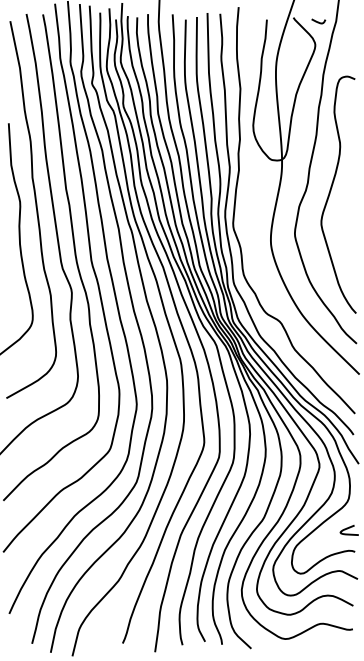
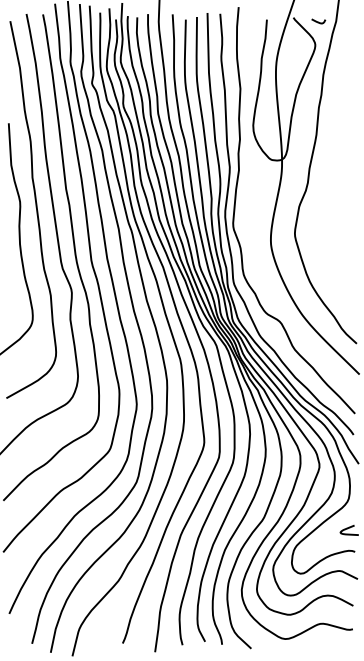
curve at (331, 191): present -> none
